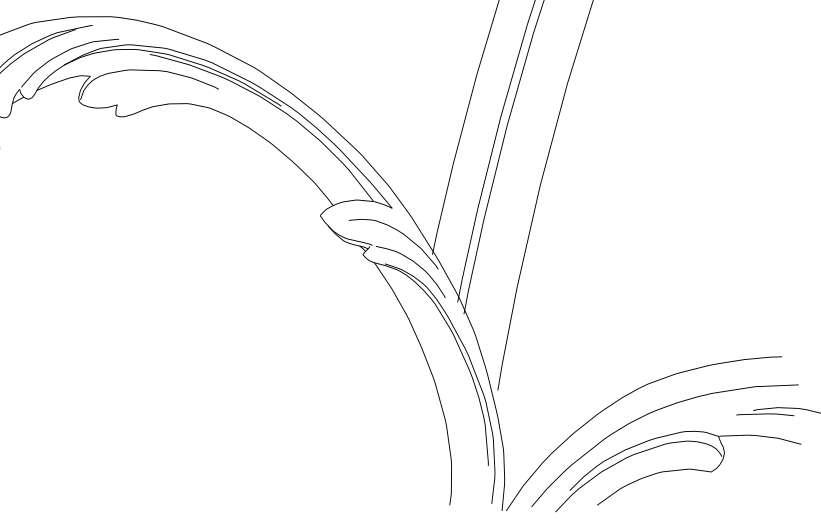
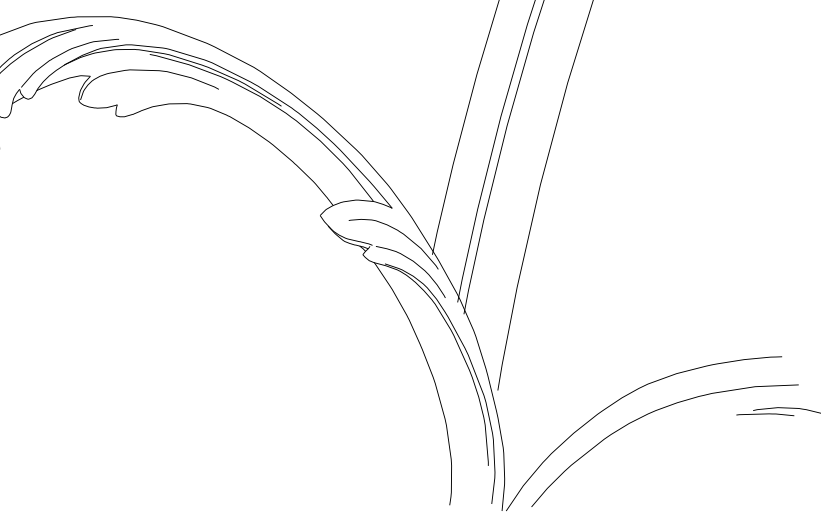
part at (678, 471): present -> none
